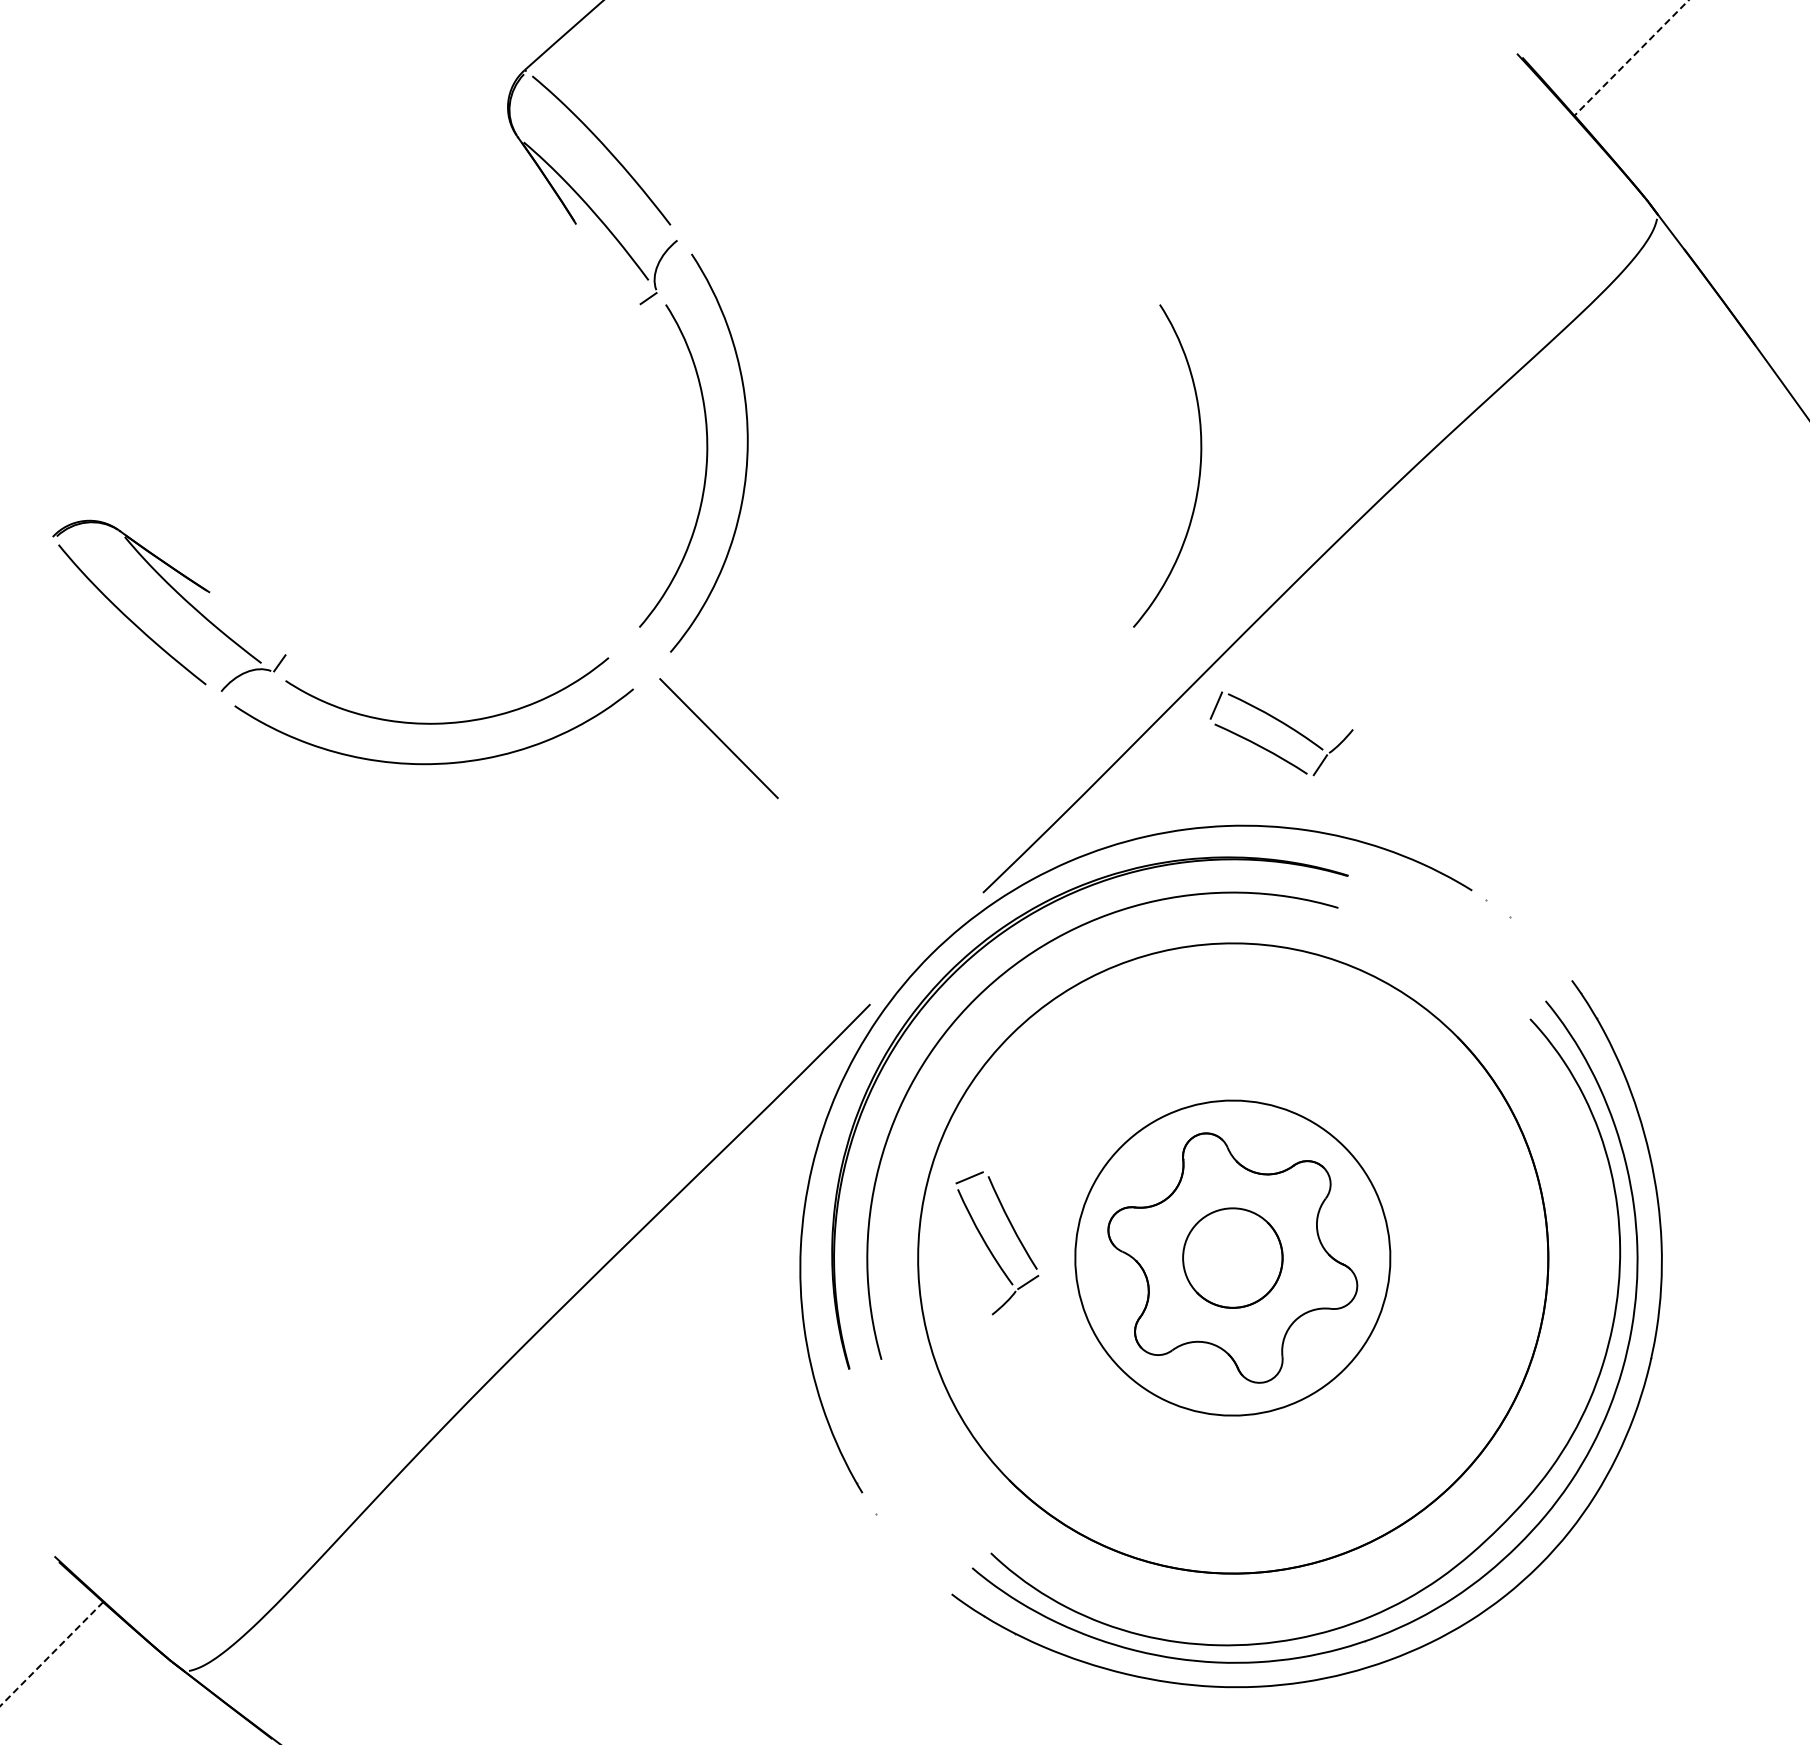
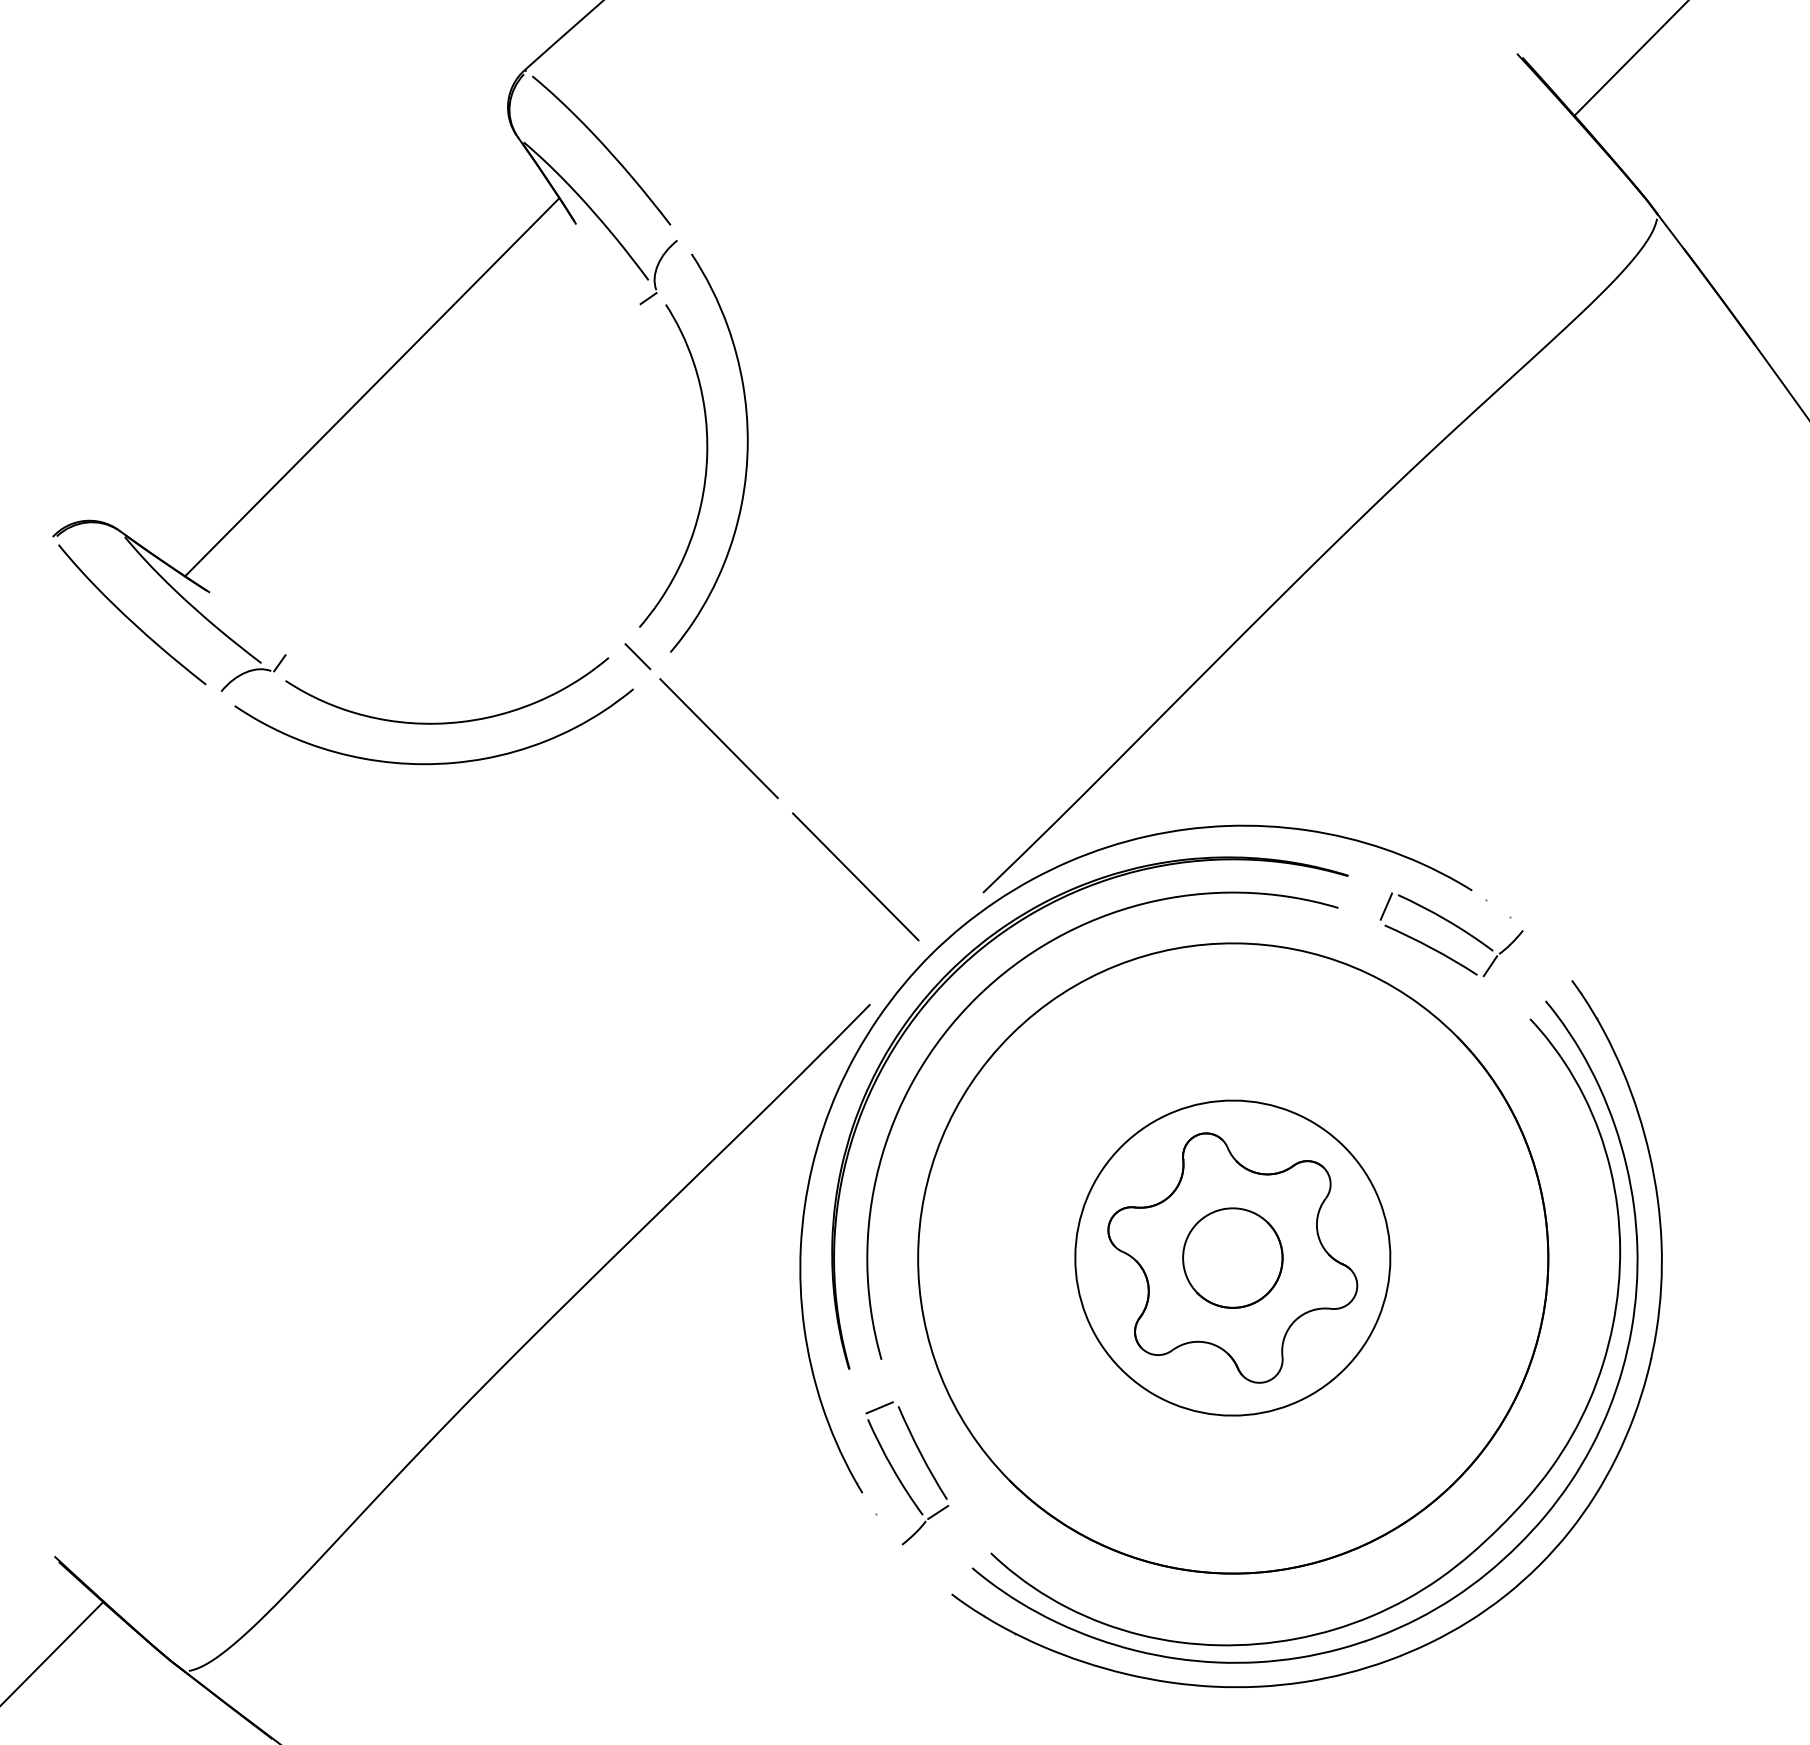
line at (1631, 58): dashed -> solid
line at (372, 387): none -> present
curve at (1199, 465): present -> none
line at (637, 656): none -> present
part at (1286, 726) position: (1286, 726) -> (1456, 927)
line at (855, 876): none -> present
part at (989, 1247) position: (989, 1247) -> (899, 1477)
line at (51, 1653): dashed -> solid
